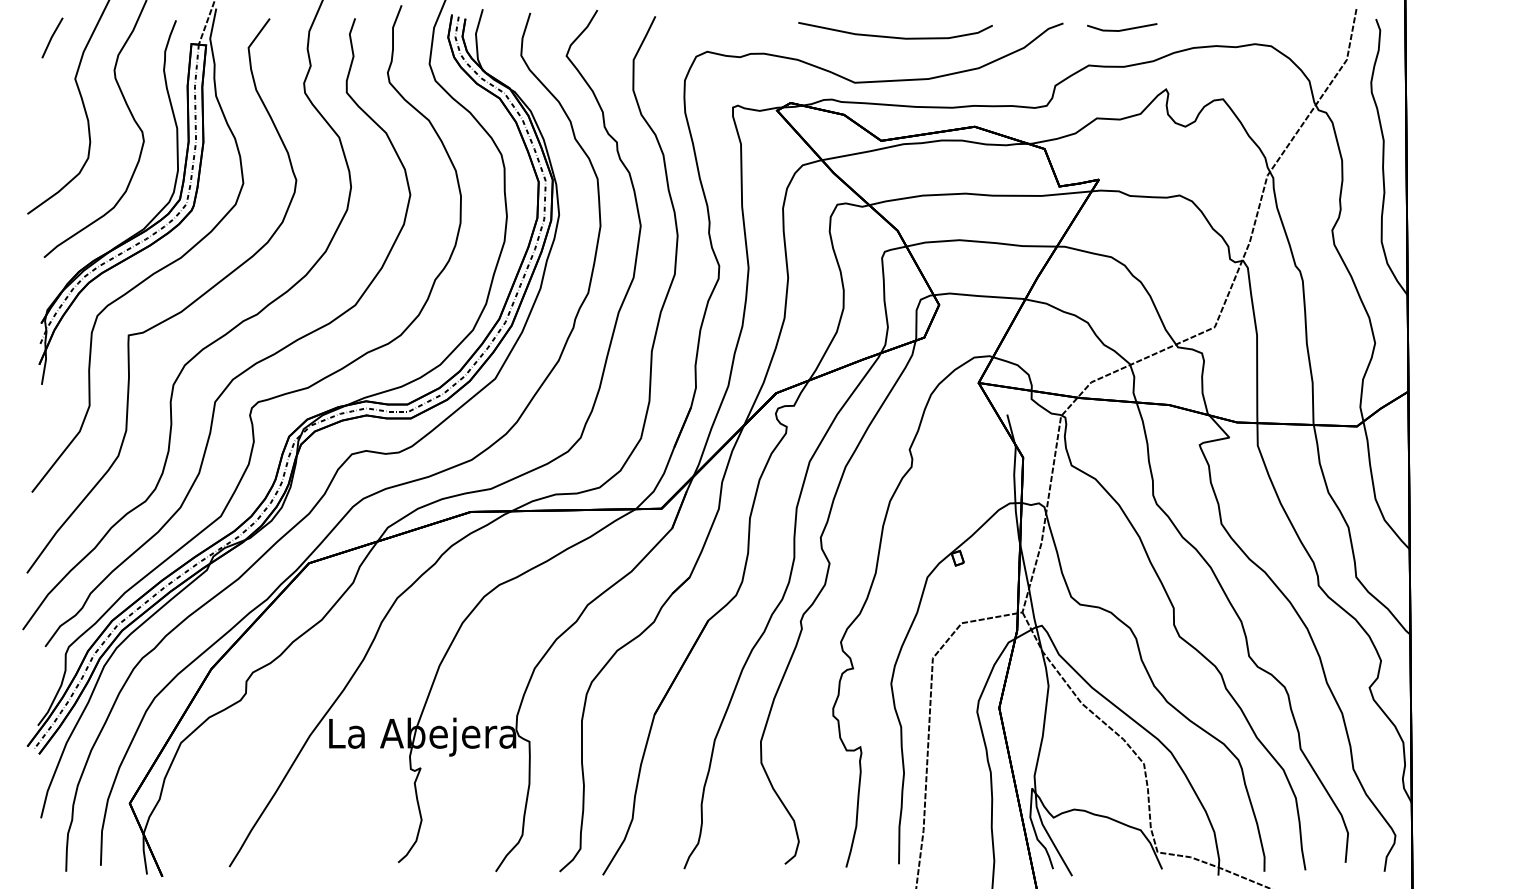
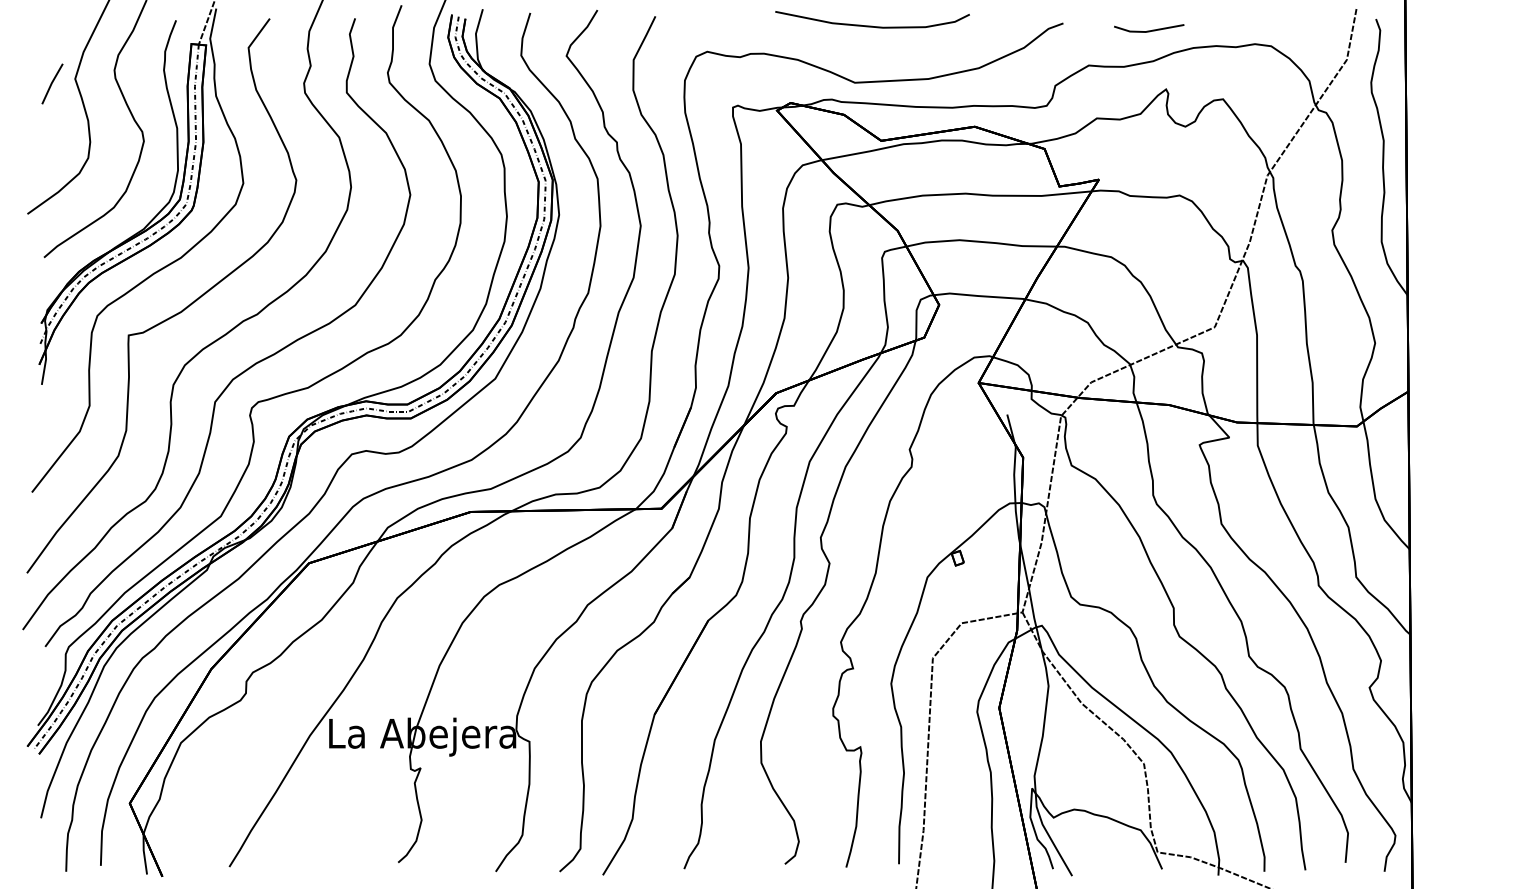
line at (1122, 29) position: (1122, 29) -> (1149, 30)
curve at (895, 36) position: (895, 36) -> (872, 25)
line at (52, 37) position: (52, 37) -> (52, 83)
